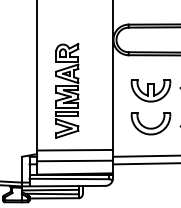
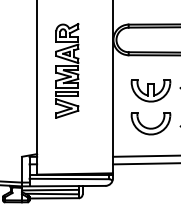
part at (67, 90) position: (67, 90) -> (67, 70)
line at (75, 149): present -> none
line at (75, 160): present -> none
